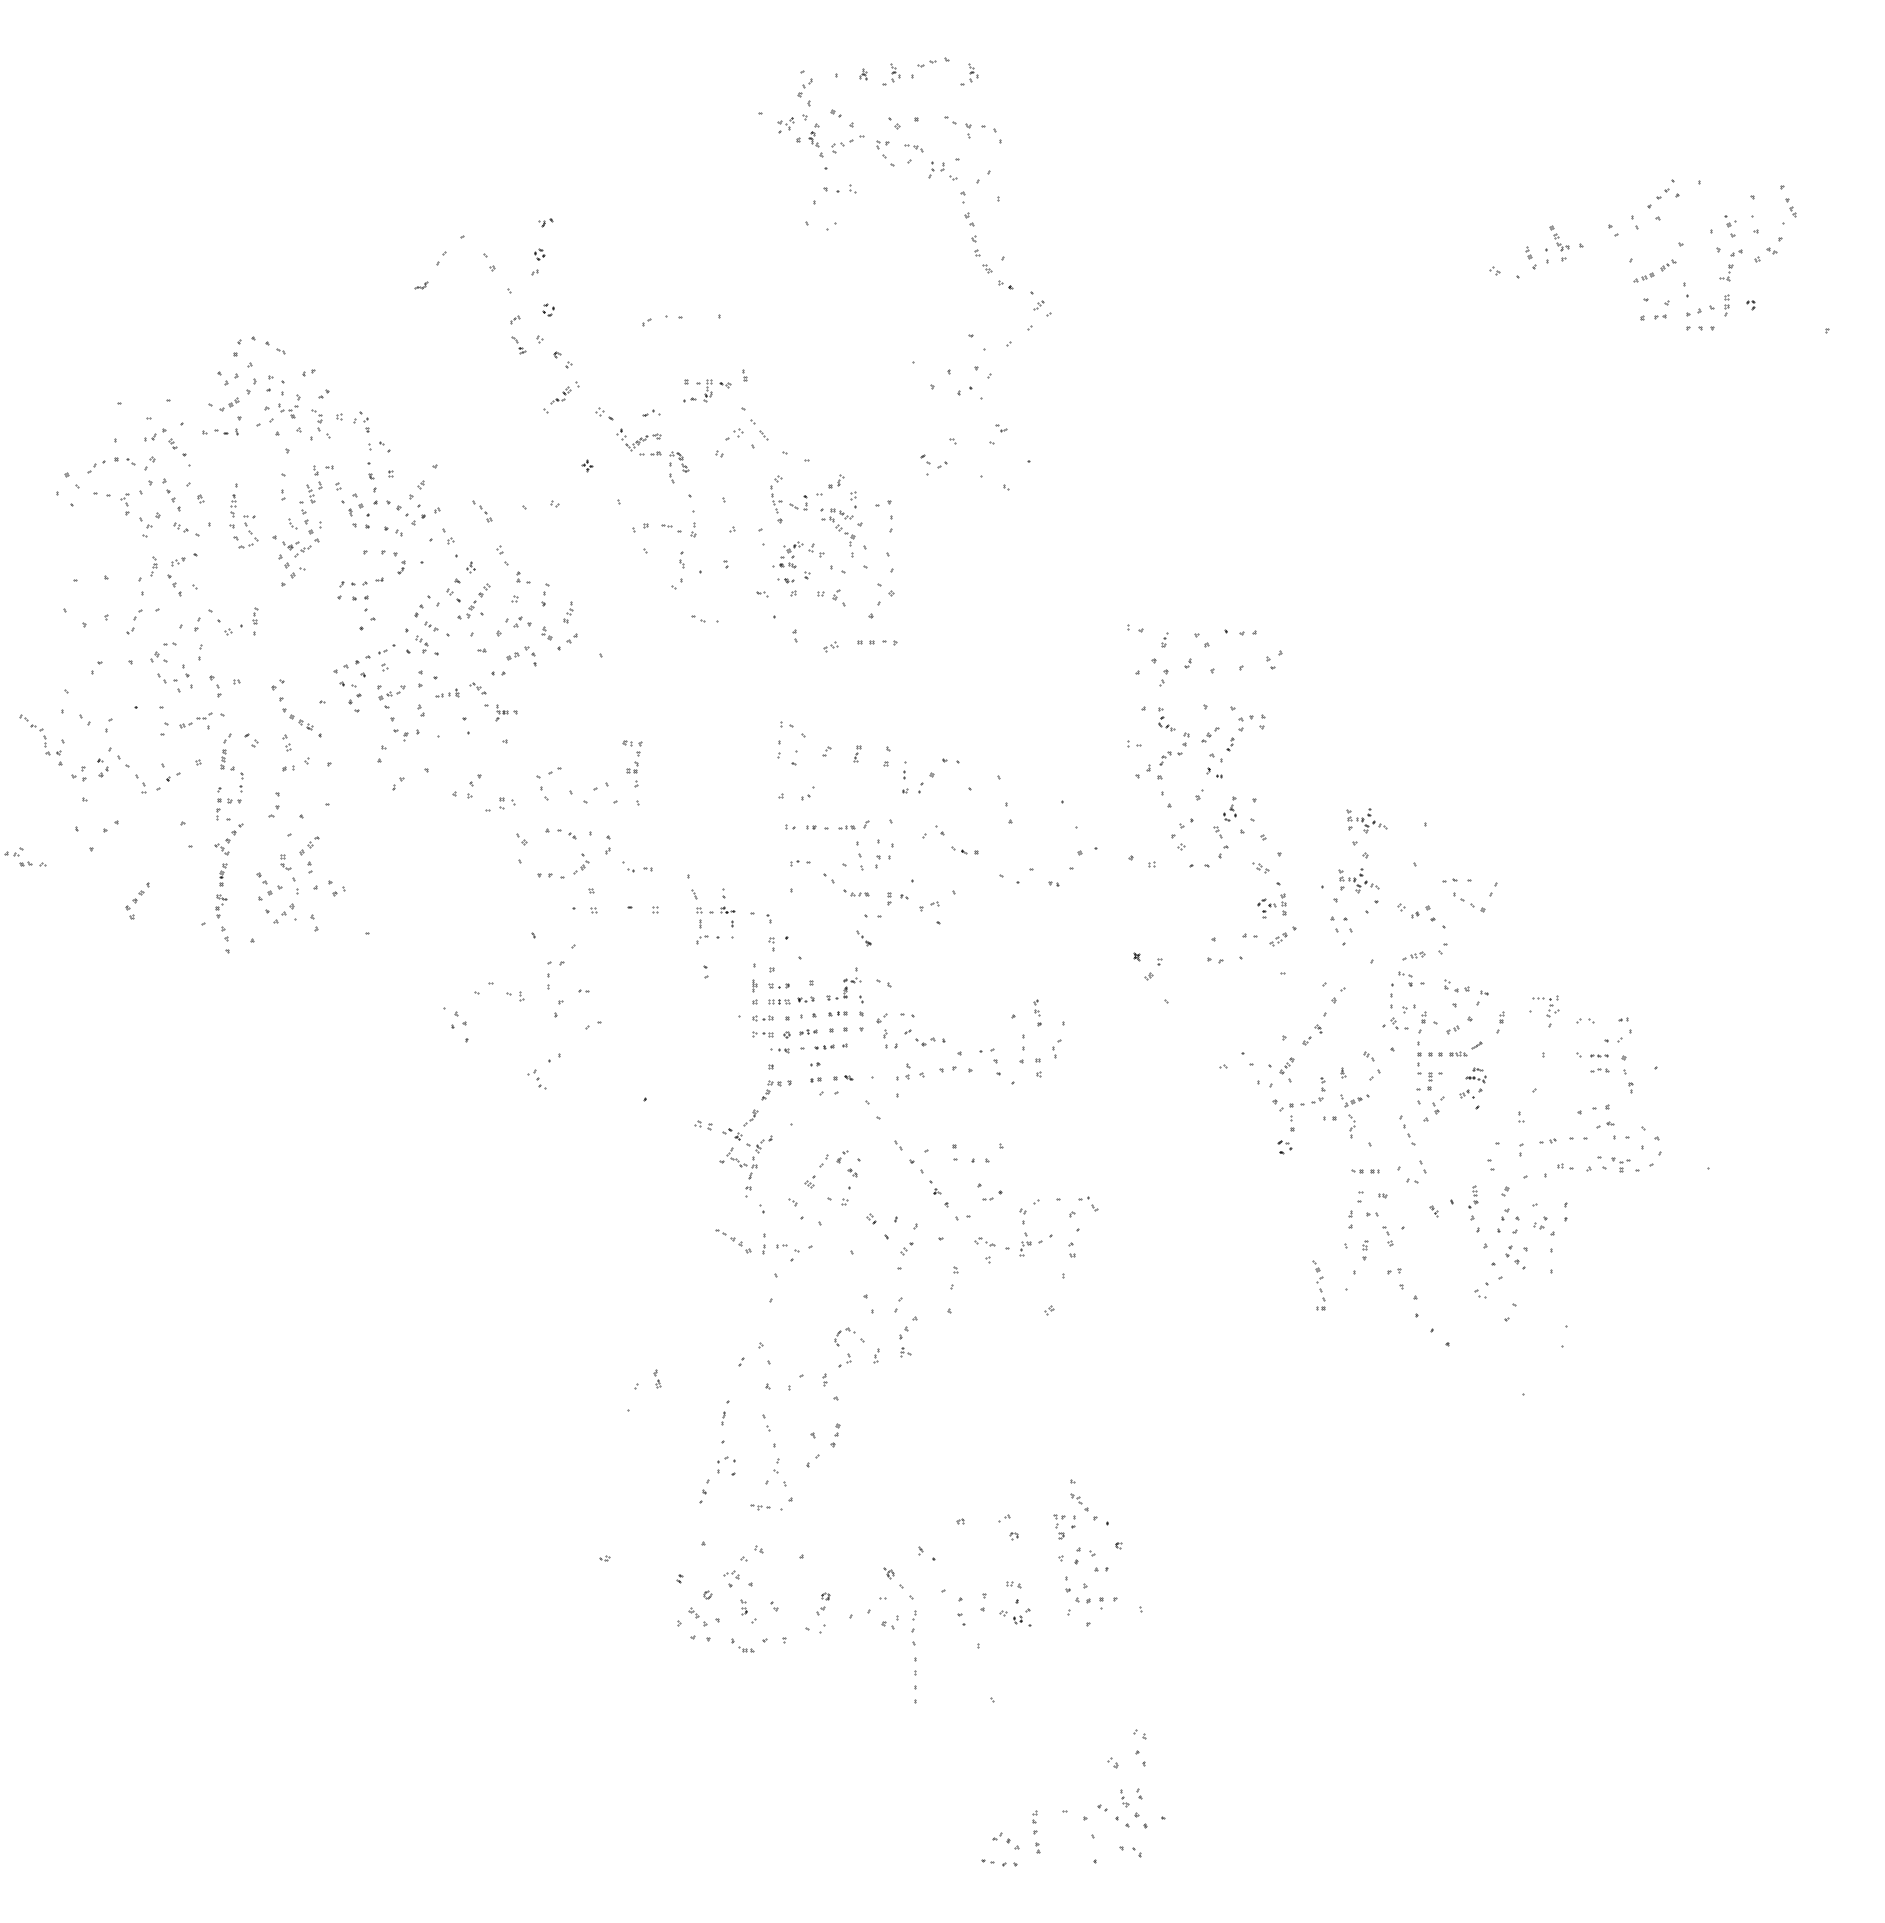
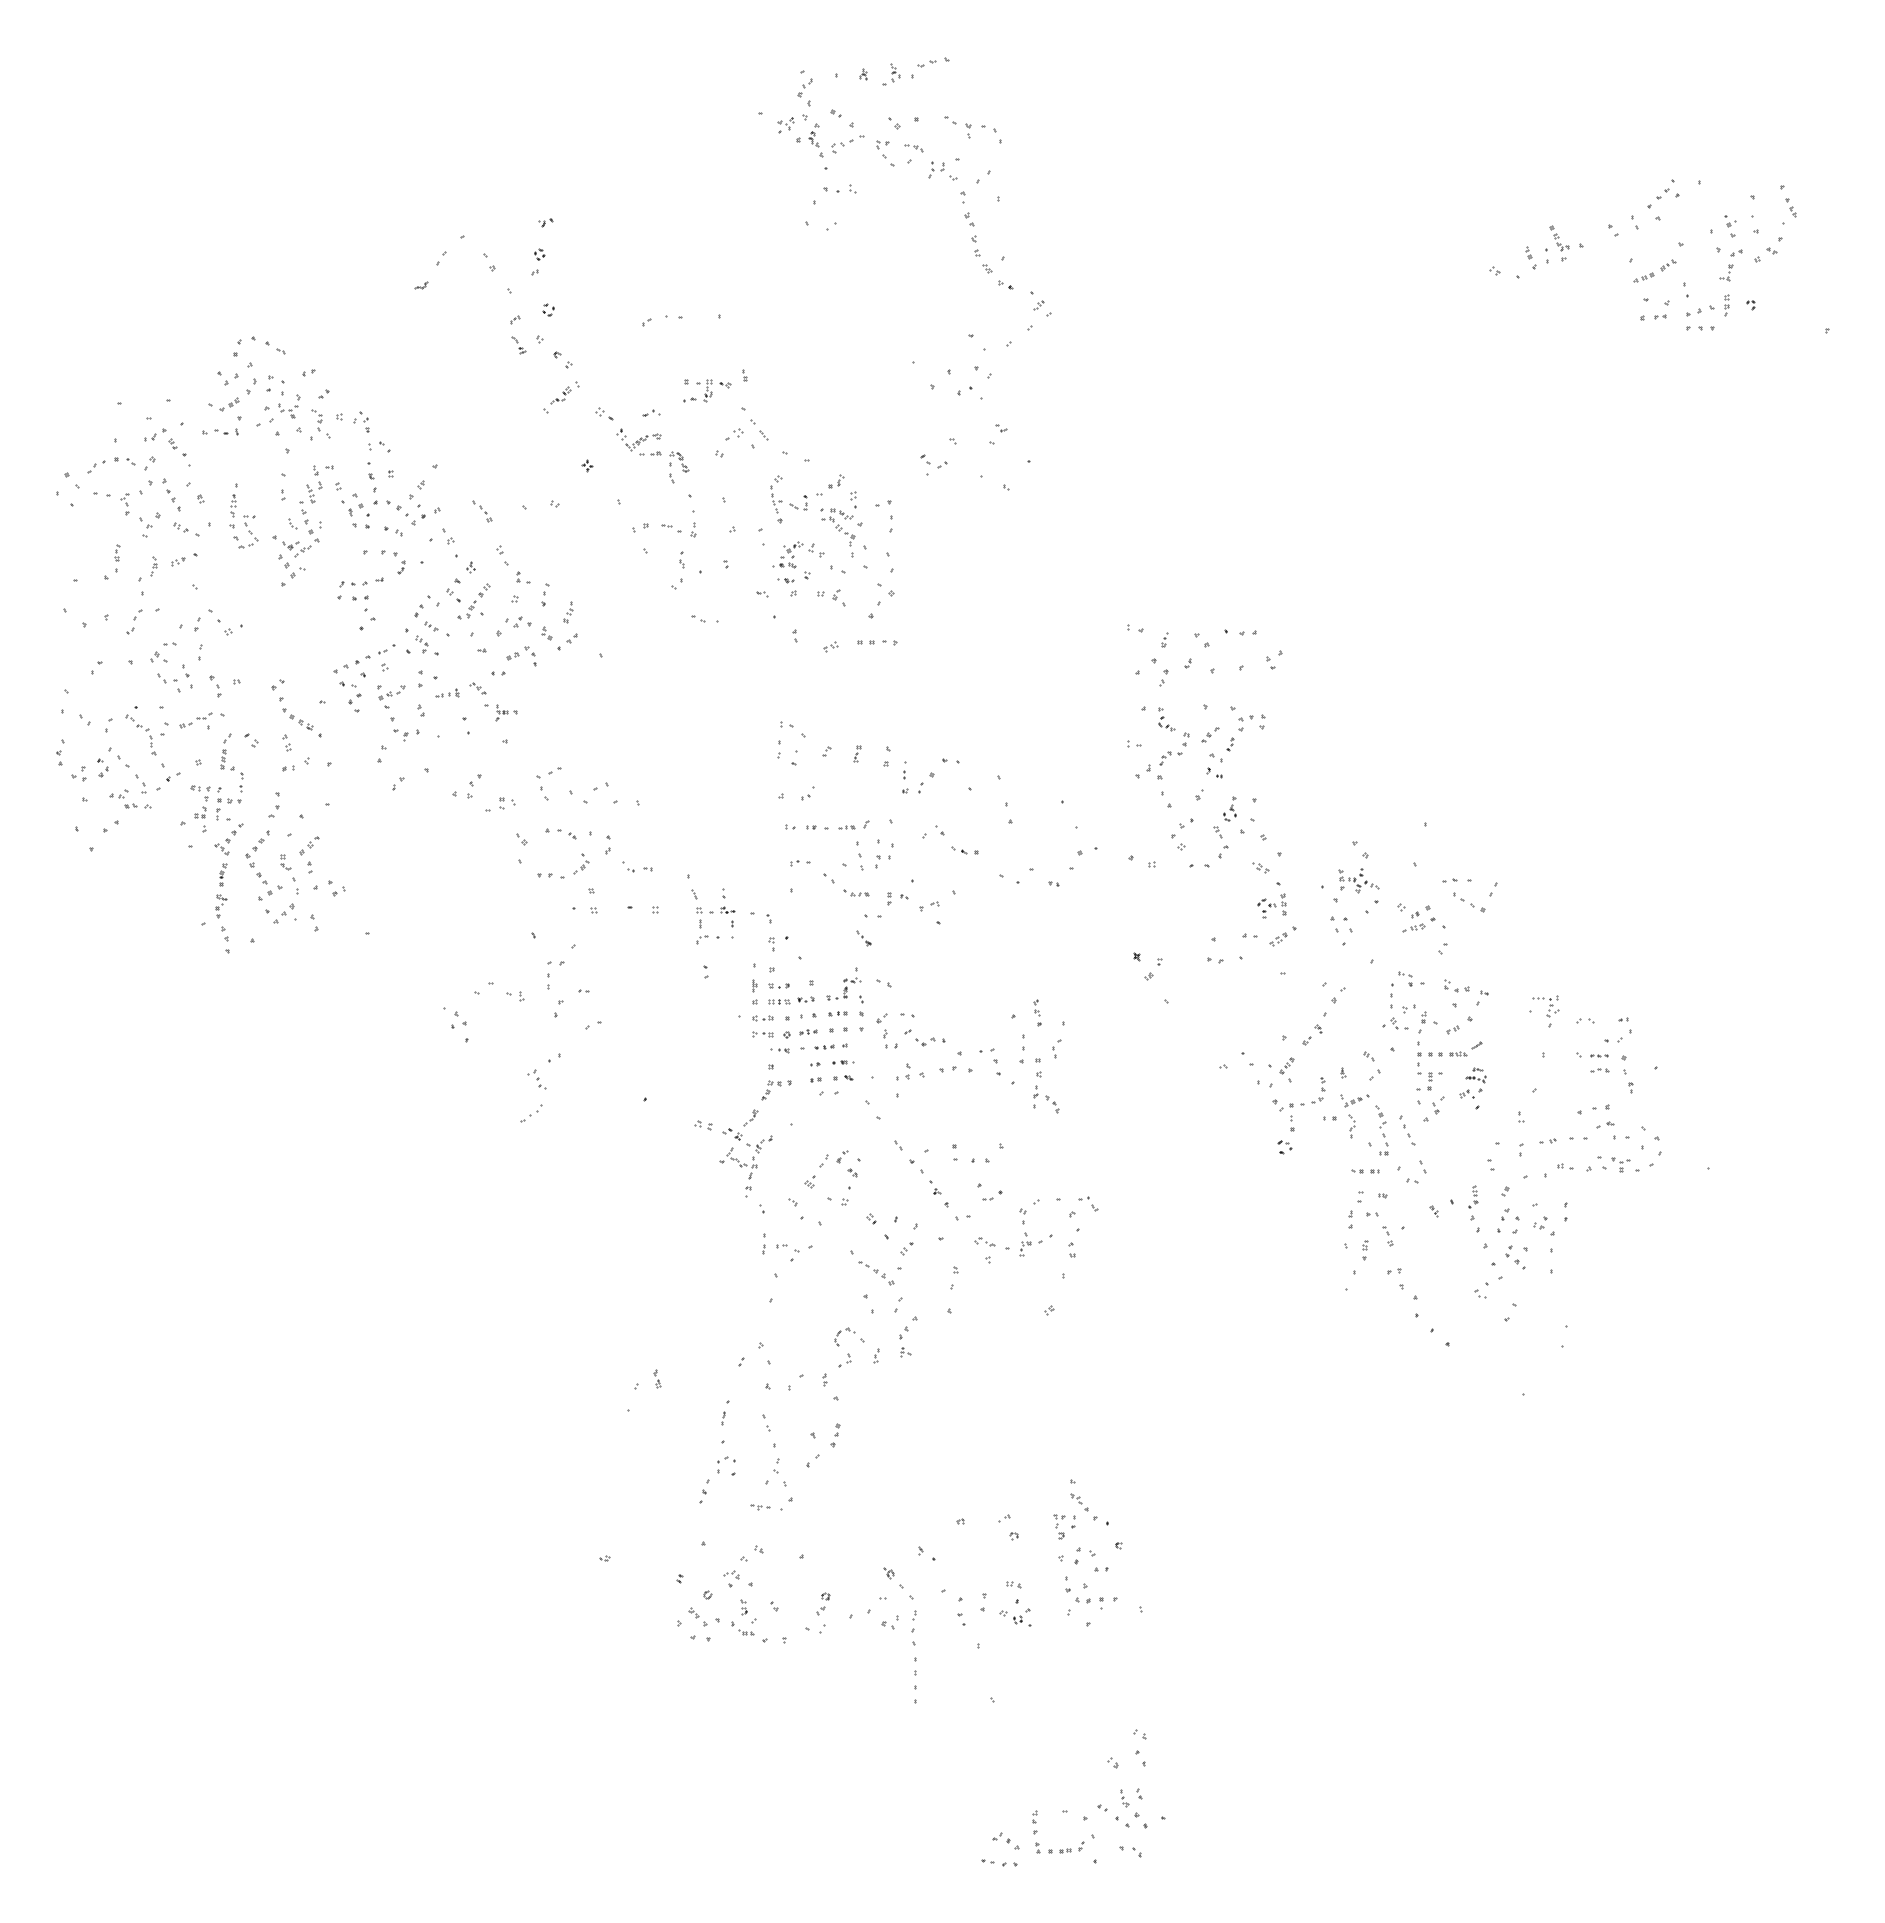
part at (969, 74): present -> none
part at (174, 585): present -> none
part at (255, 621) position: (255, 621) -> (117, 558)
part at (39, 730) position: (39, 730) -> (145, 730)
part at (632, 763) position: (632, 763) -> (200, 808)
part at (1366, 820): present -> none
part at (25, 856) position: (25, 856) -> (130, 798)
part at (137, 900) position: (137, 900) -> (257, 848)
part at (1413, 955) position: (1413, 955) -> (1413, 927)
part at (1500, 1022): present -> none
part at (843, 1062): none -> present
part at (1046, 1099): none -> present
part at (531, 1113): none -> present
part at (733, 1241) position: (733, 1241) -> (876, 1273)
part at (1318, 1285) position: (1318, 1285) -> (1381, 1130)
part at (742, 1645) position: (742, 1645) -> (742, 1628)
part at (1066, 1847): none -> present
